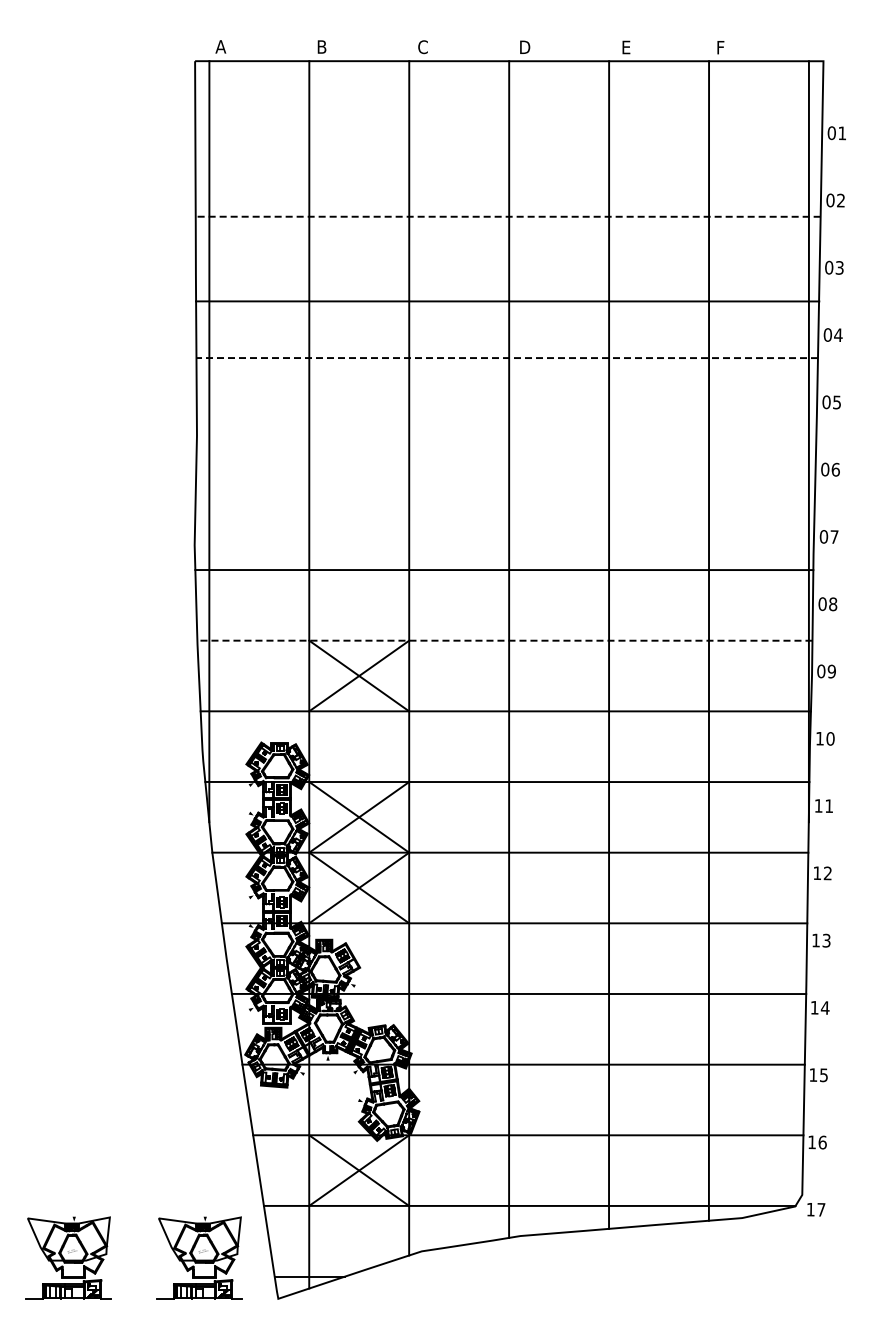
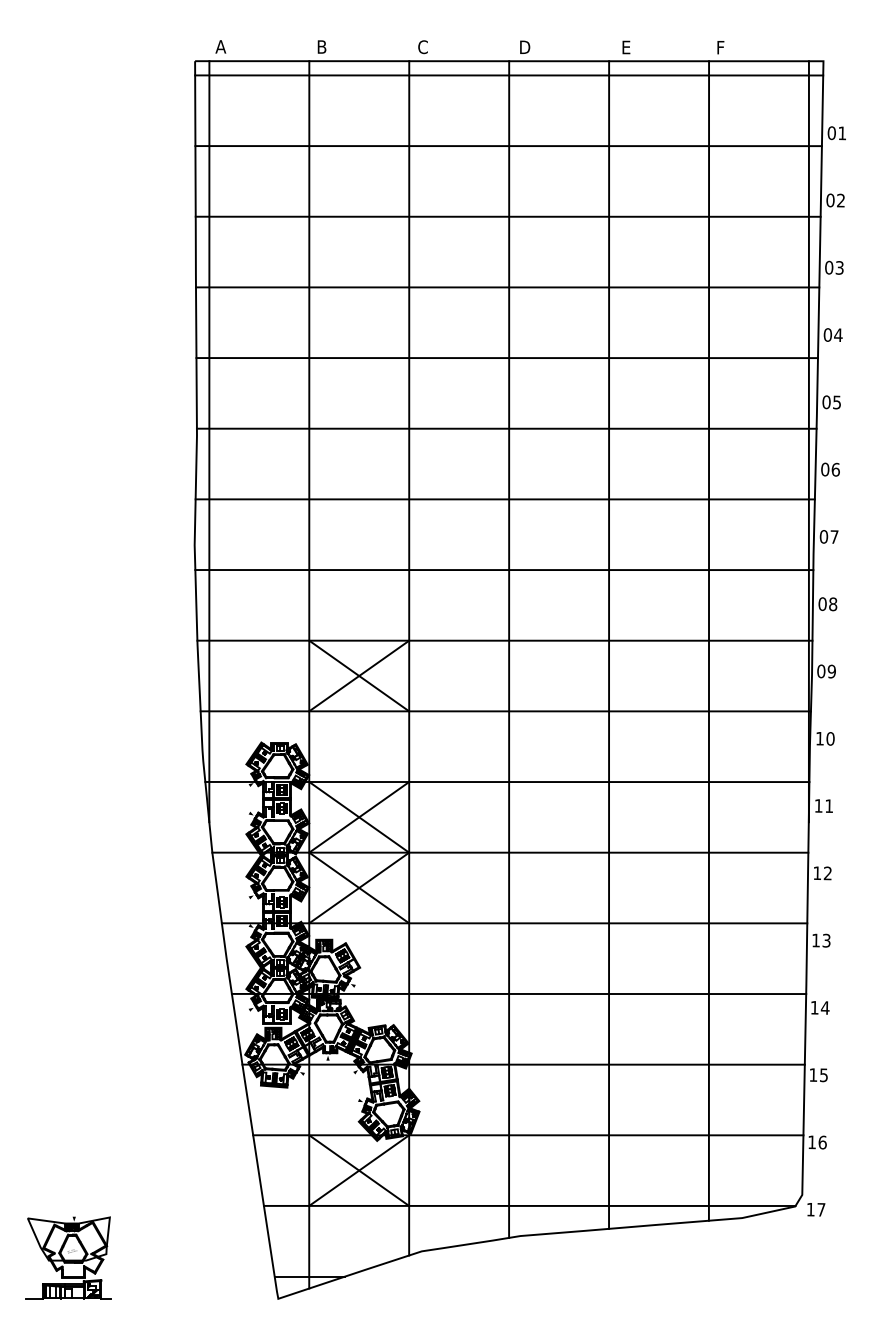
line at (509, 75): none -> present
line at (508, 146): none -> present
line at (507, 216): dashed -> solid
line at (507, 301) position: (507, 301) -> (507, 287)
line at (507, 358): dashed -> solid
line at (506, 428): none -> present
line at (504, 499): none -> present
line at (504, 640): dashed -> solid
part at (199, 1257): present -> none
